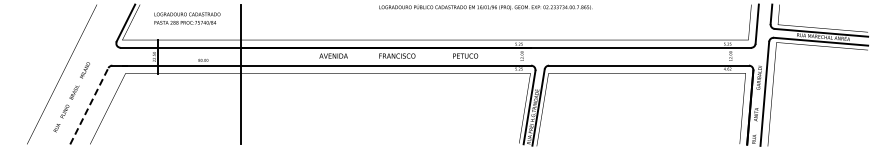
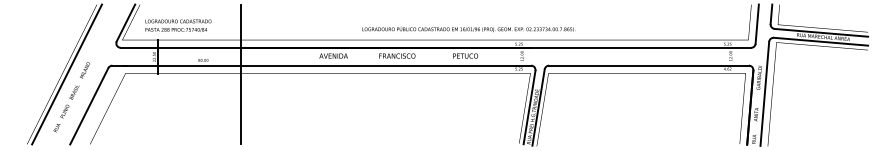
text at (485, 6) position: (485, 6) -> (468, 28)
text at (187, 18) position: (187, 18) -> (178, 25)
line at (67, 74): none -> present
line at (89, 106): dashed -> solid
